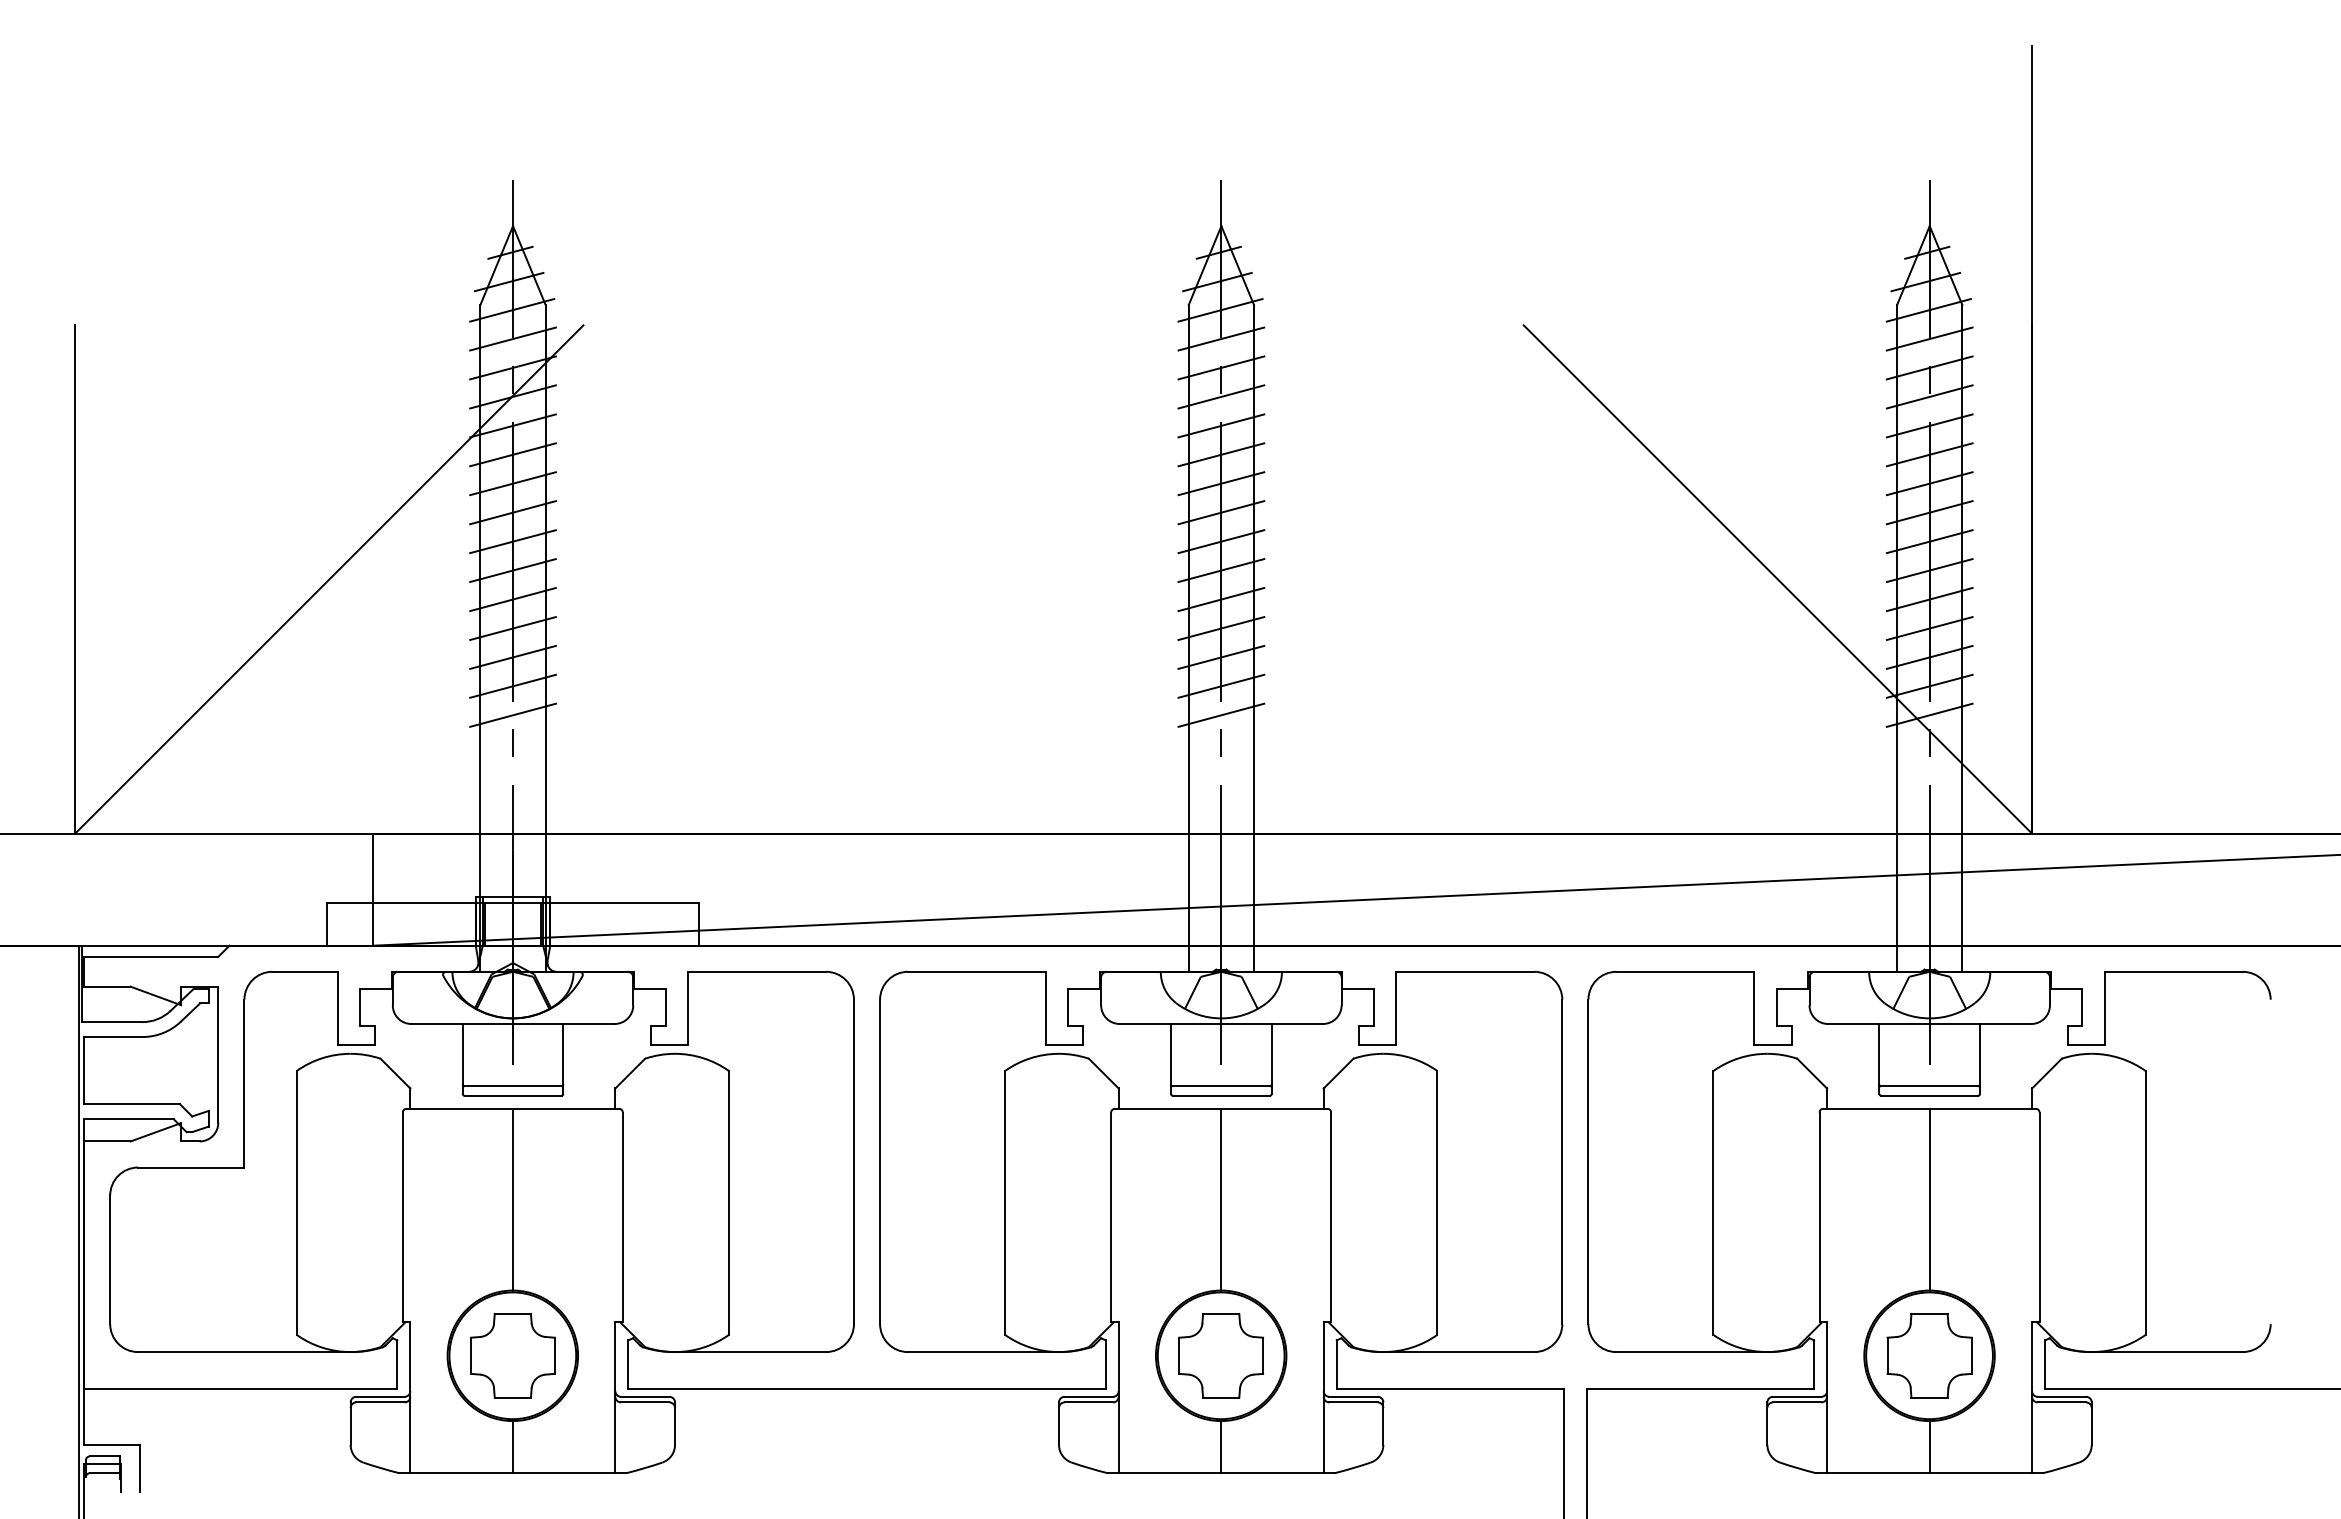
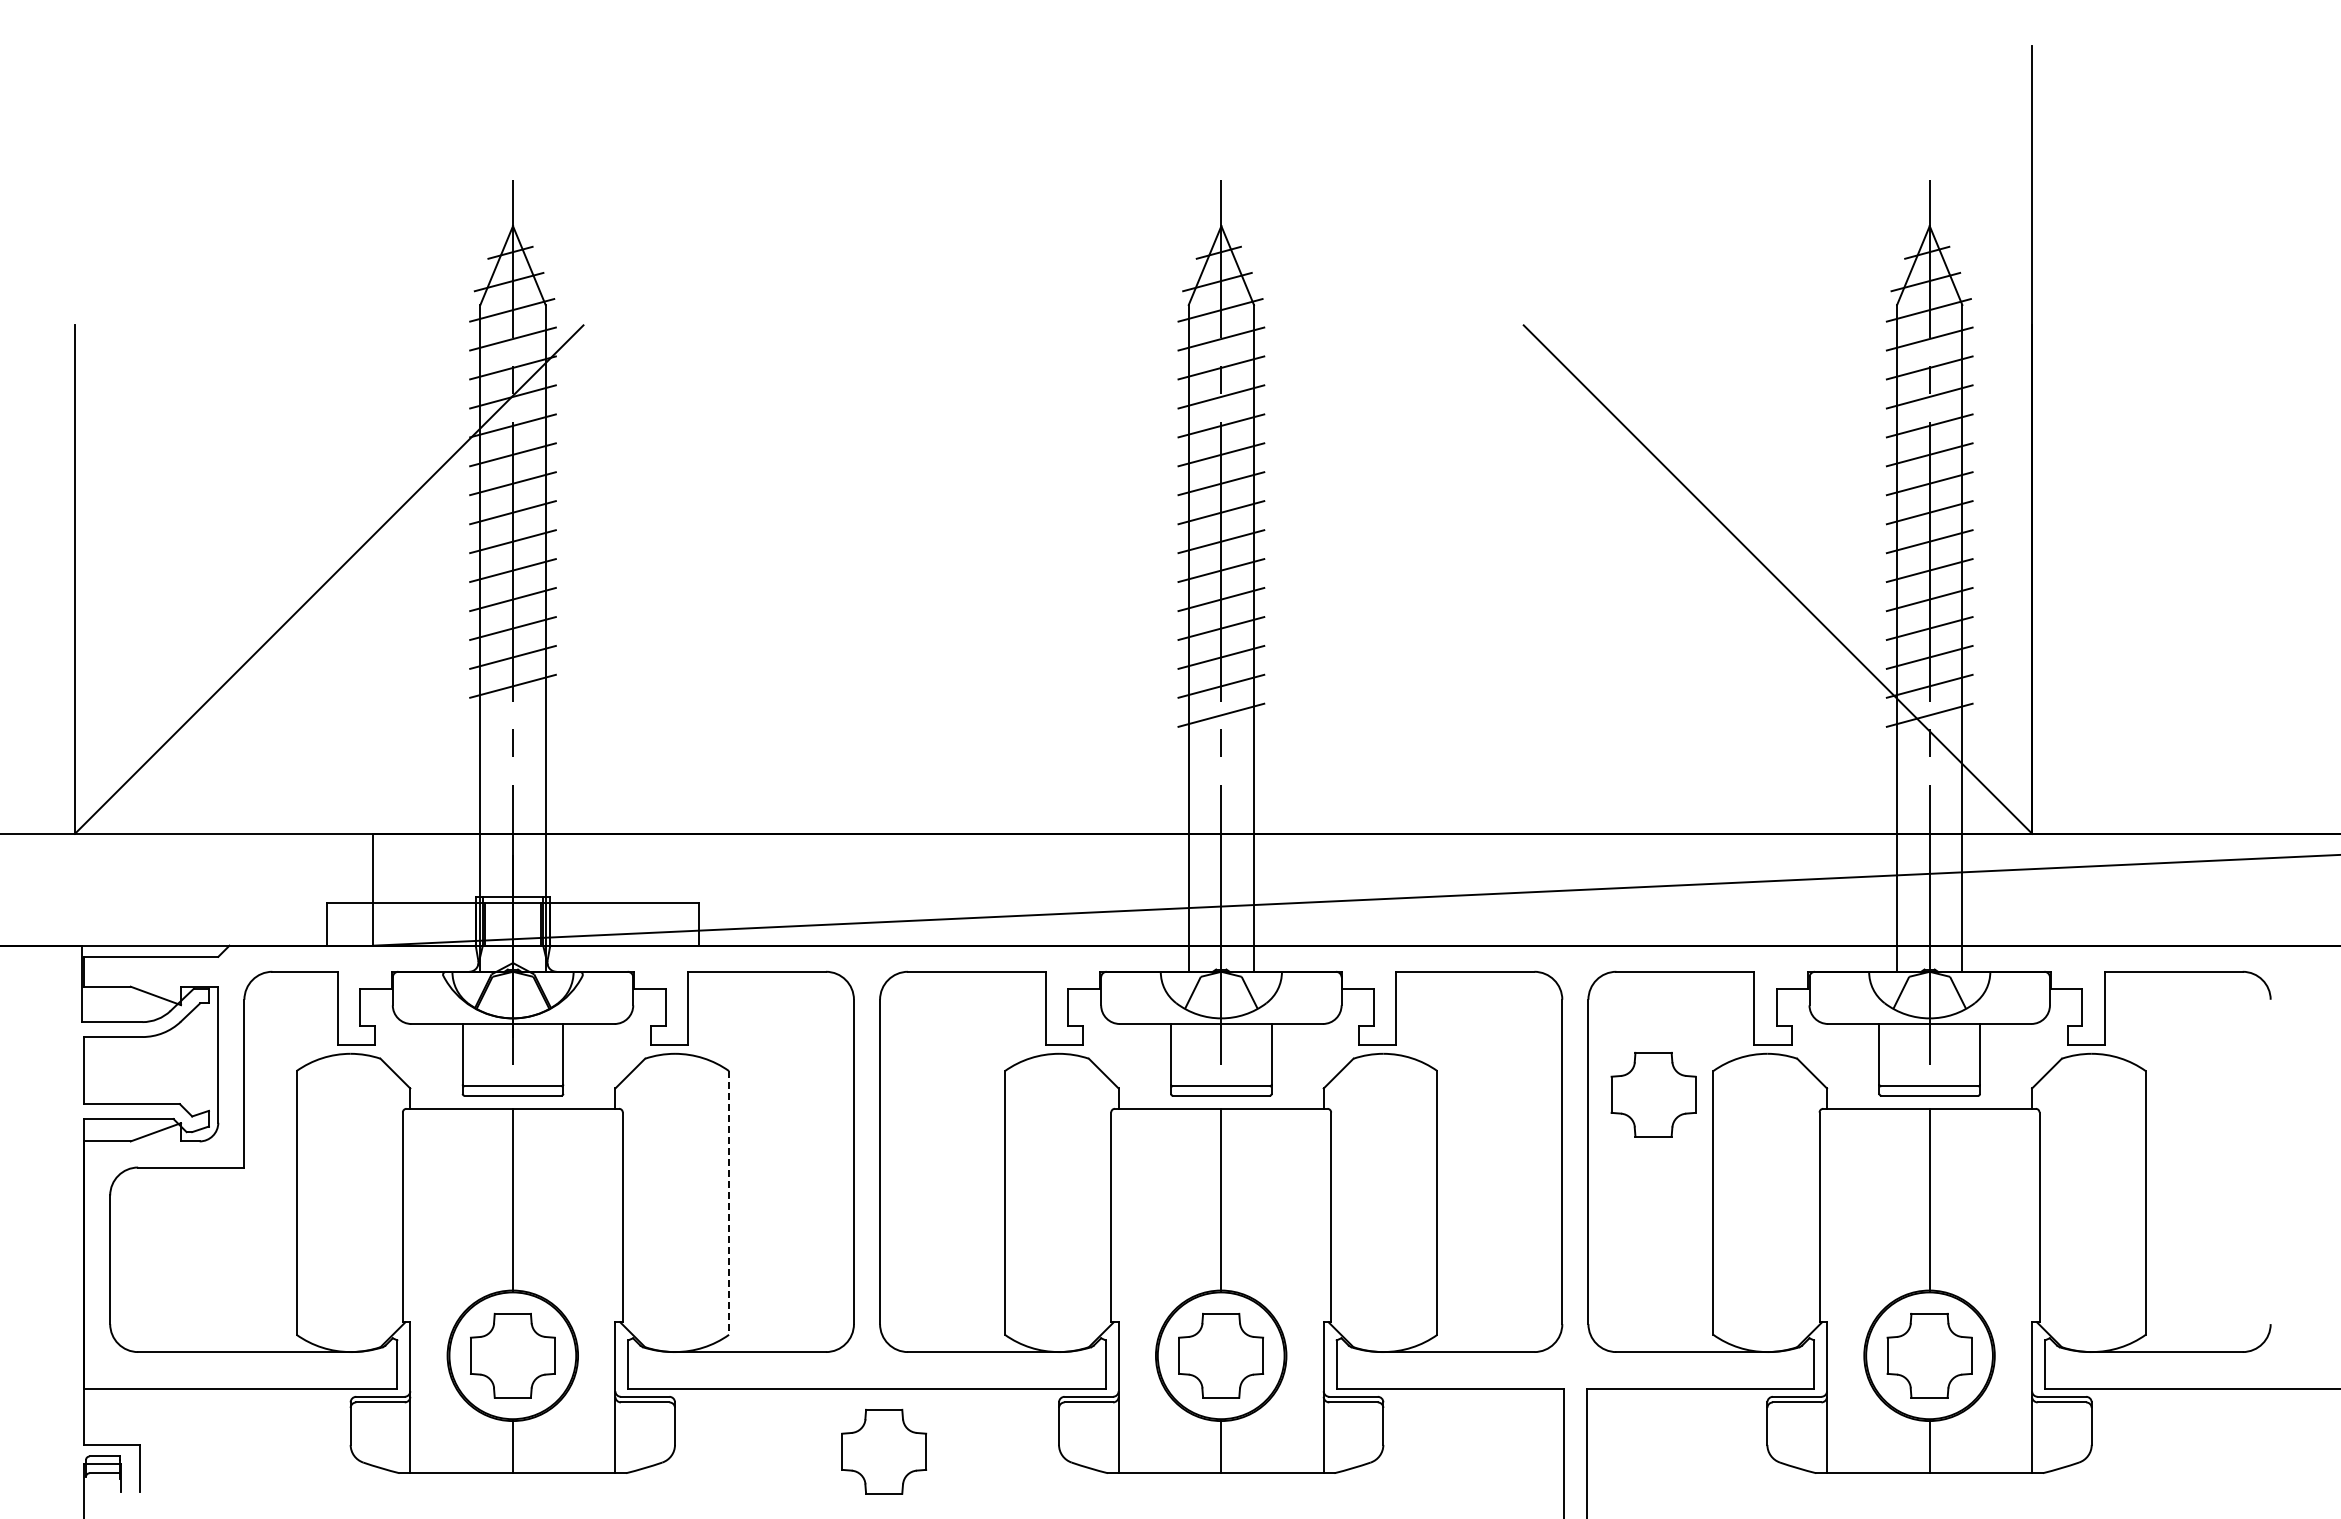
line at (512, 714): present -> none
part at (1653, 1094): none -> present
line at (729, 1202): solid -> dashed
line at (78, 1230): present -> none
part at (884, 1451): none -> present
